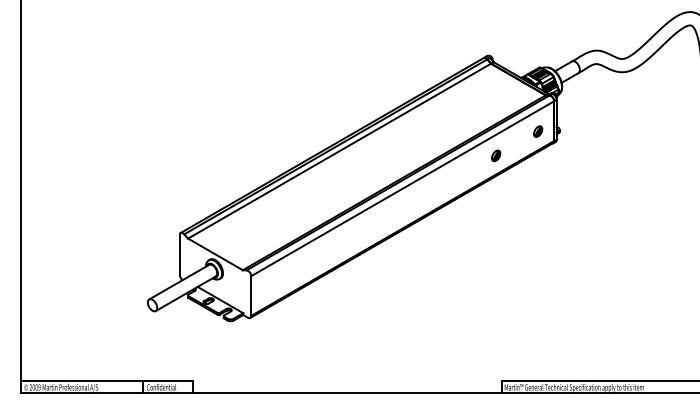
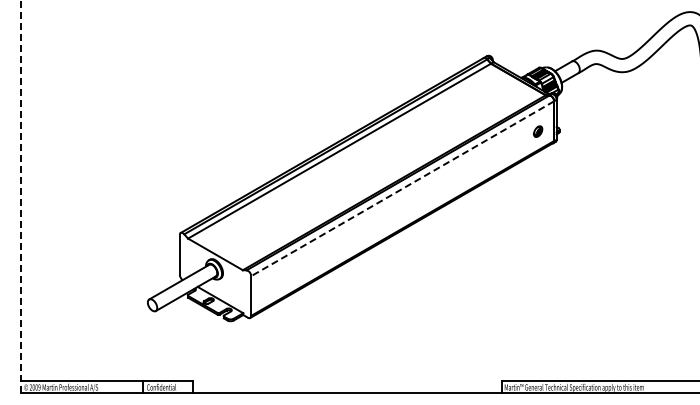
part at (495, 155): present -> none
line at (402, 188): solid -> dashed
line at (20, 195): solid -> dashed
